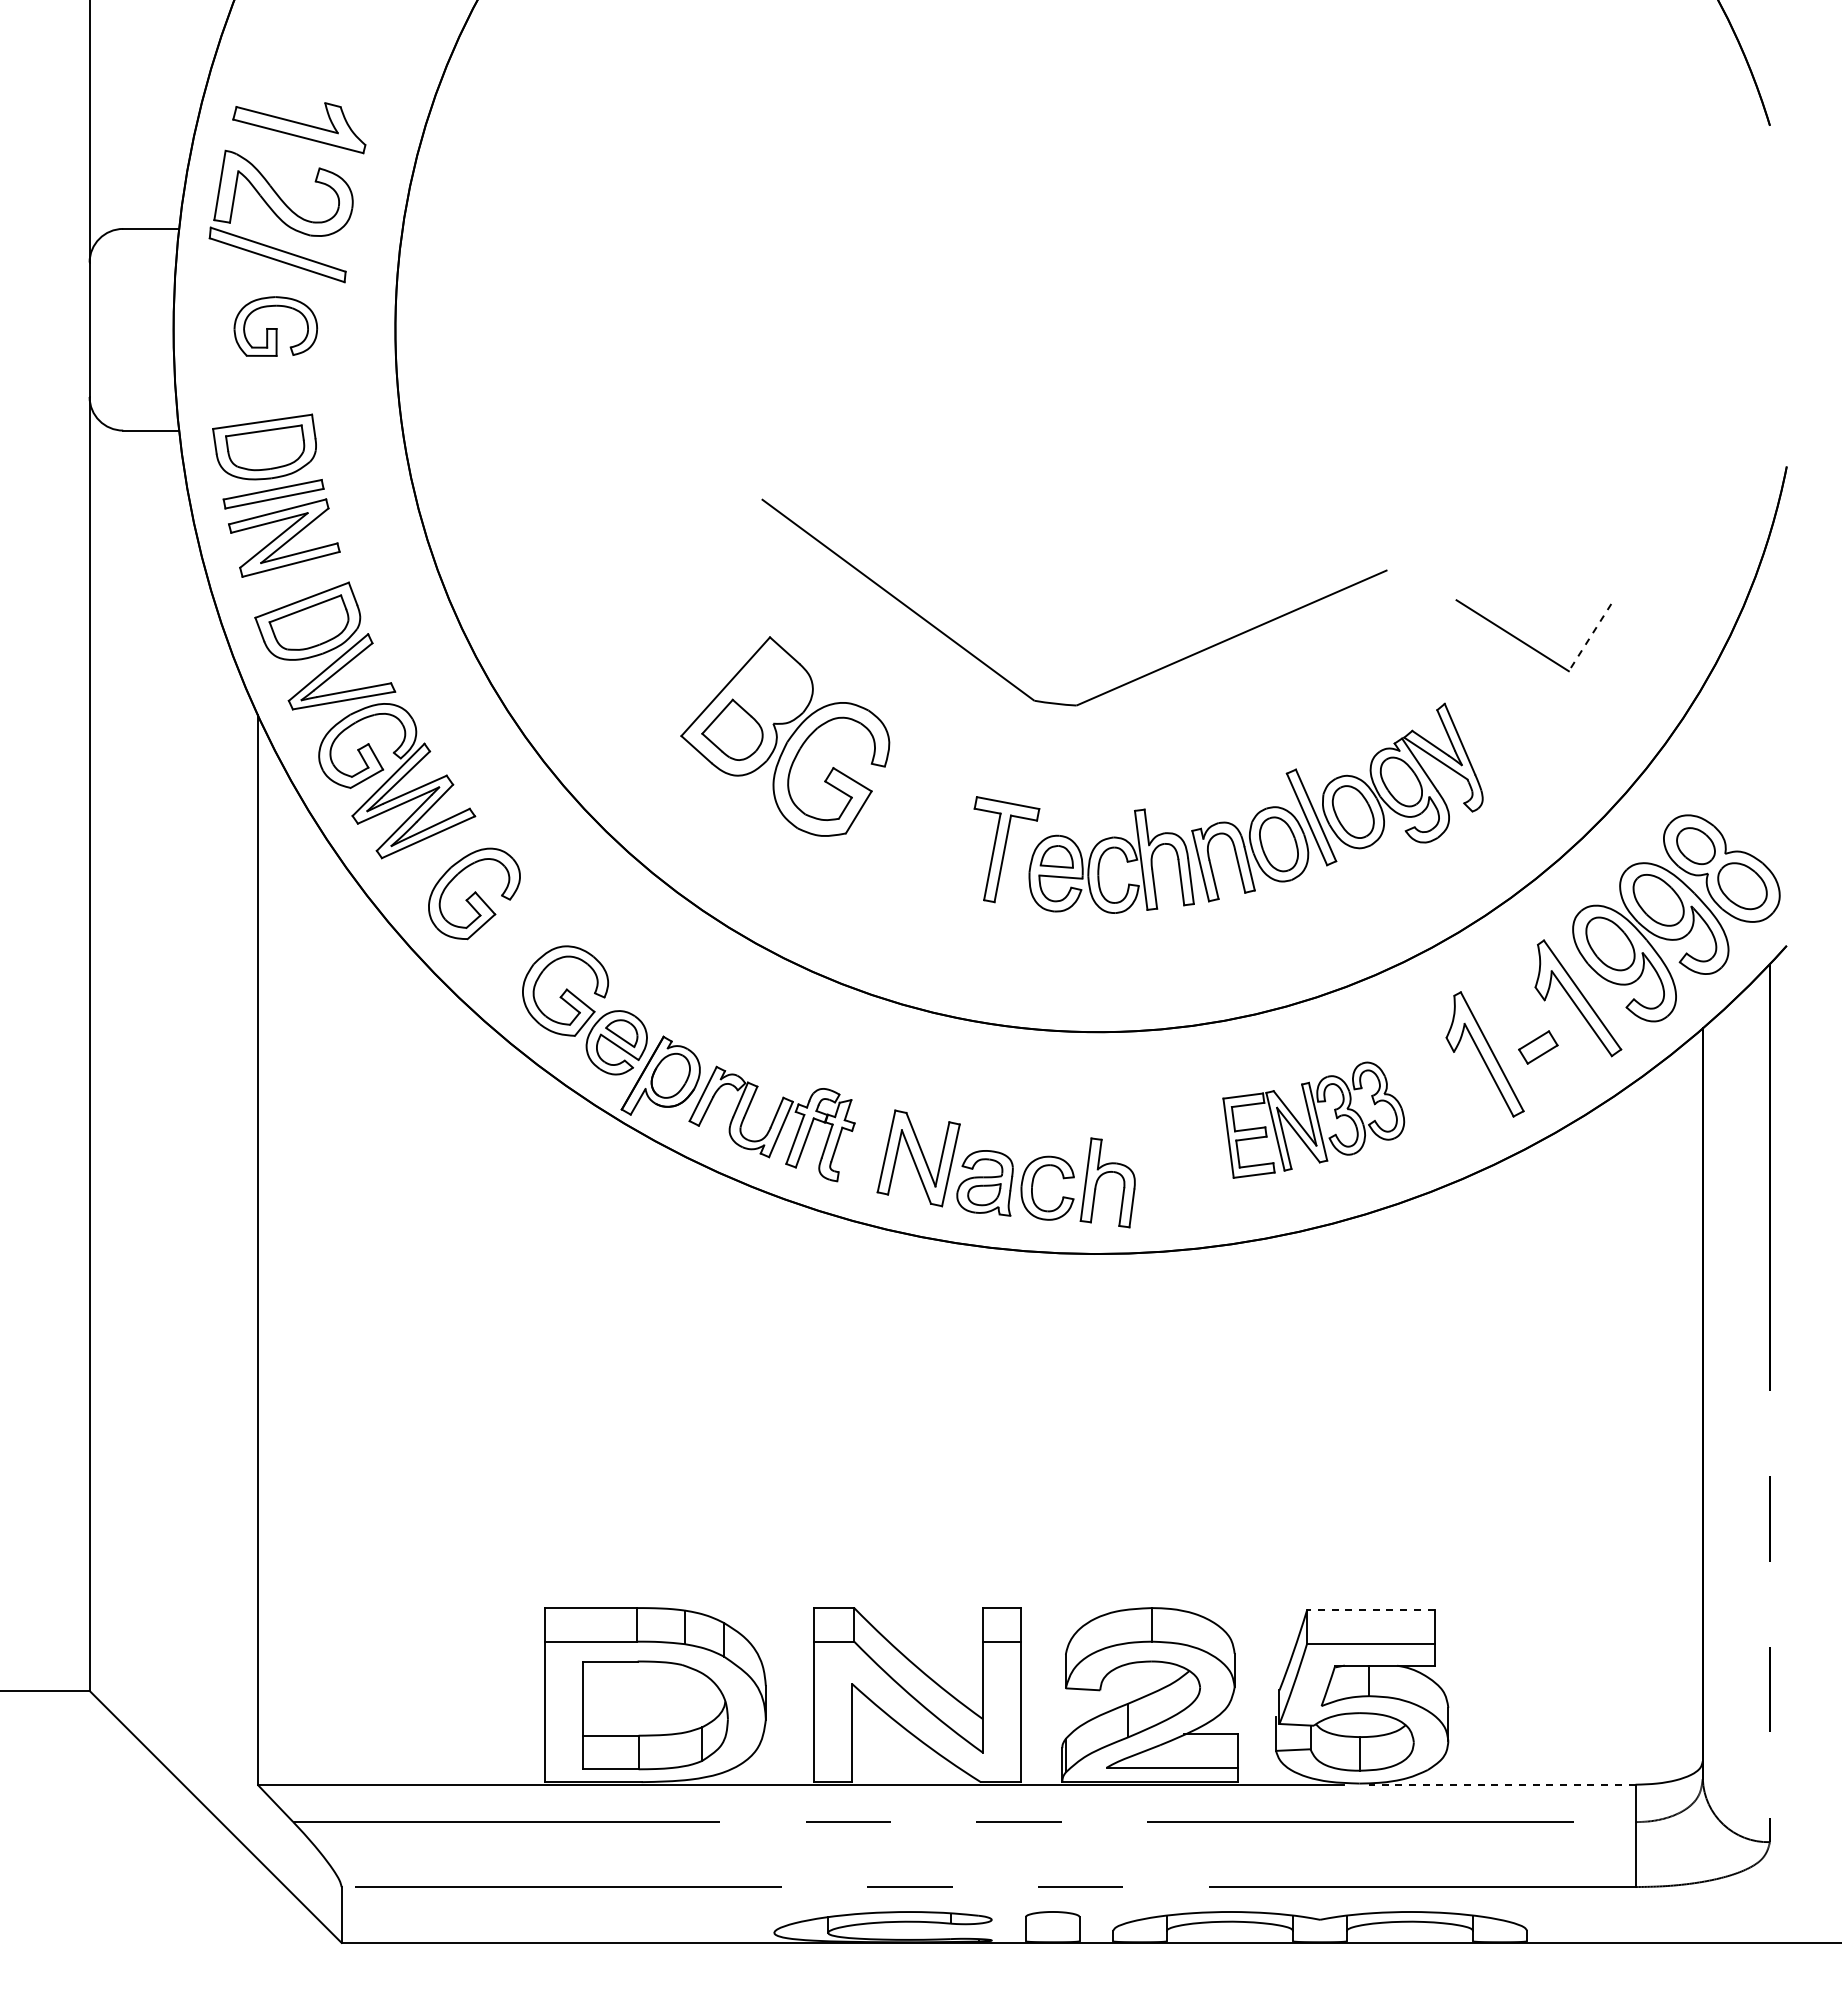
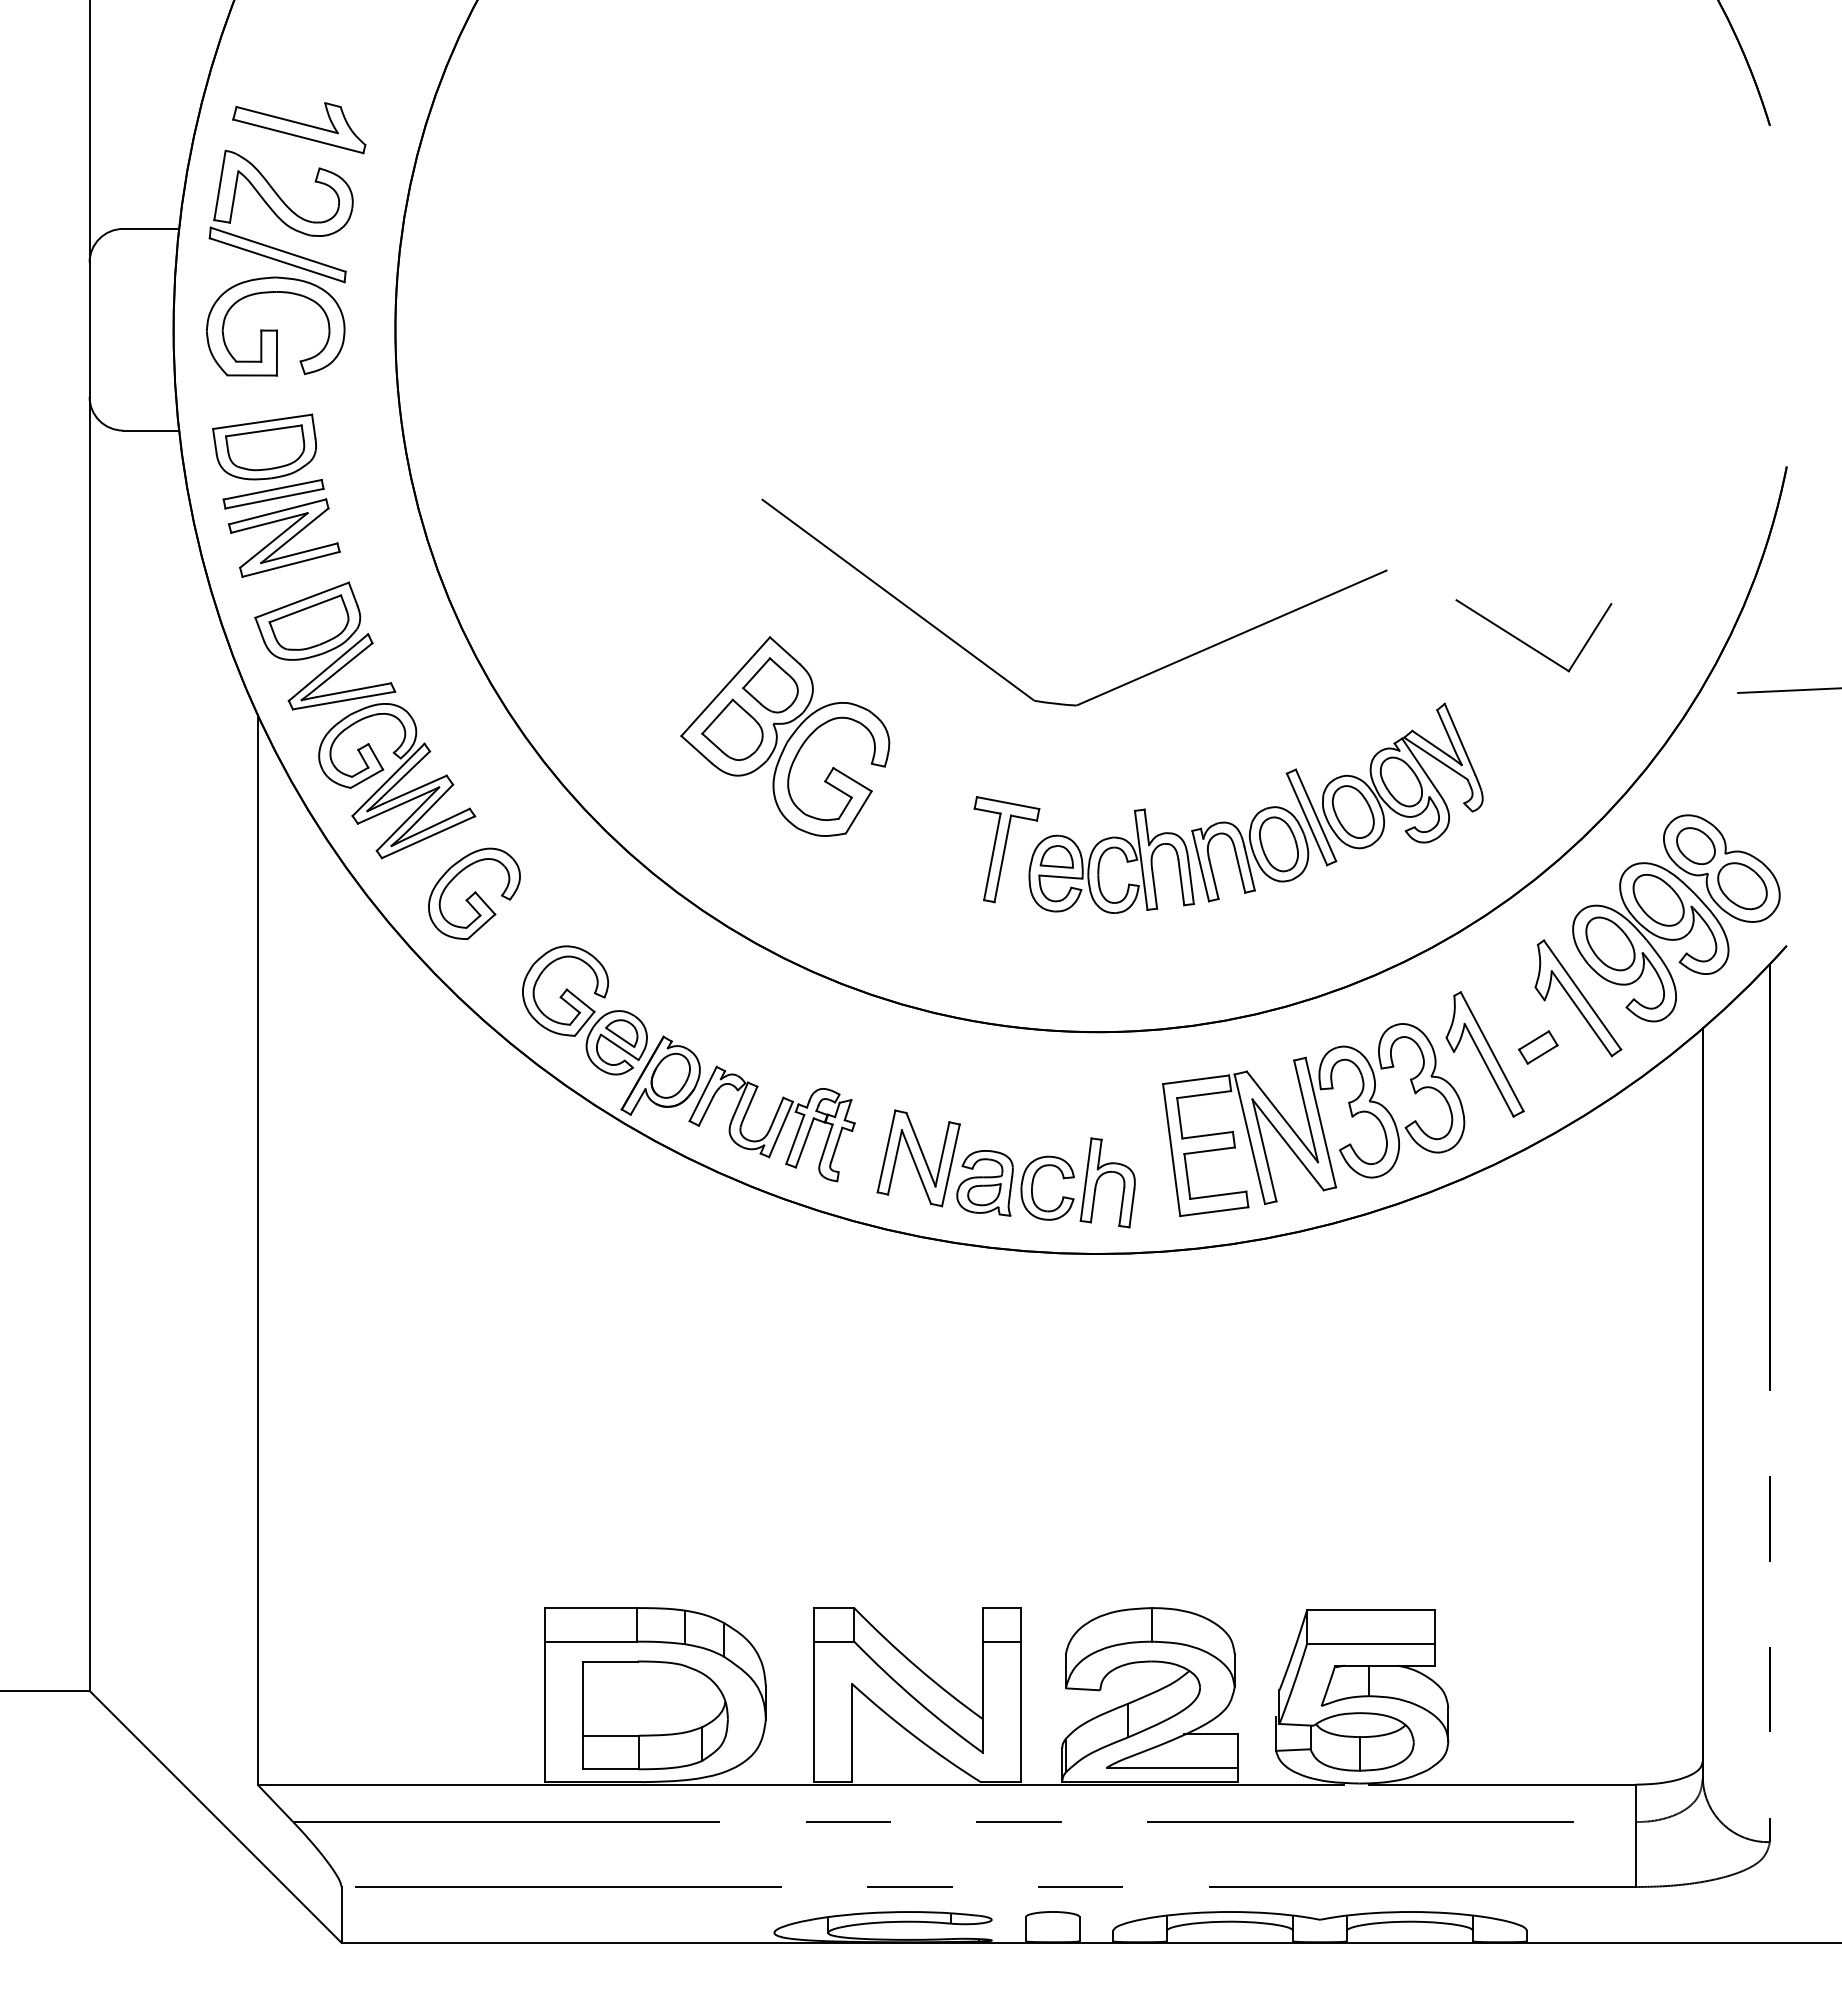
part at (275, 326) size: 86x61 px -> 140x101 px
line at (1590, 637): dashed -> solid
part at (770, 685): none -> present
line at (1787, 690): none -> present
part at (1313, 1119) size: 184x118 px -> 304x195 px
line at (1370, 1610): dashed -> solid
line at (1501, 1784): dashed -> solid
